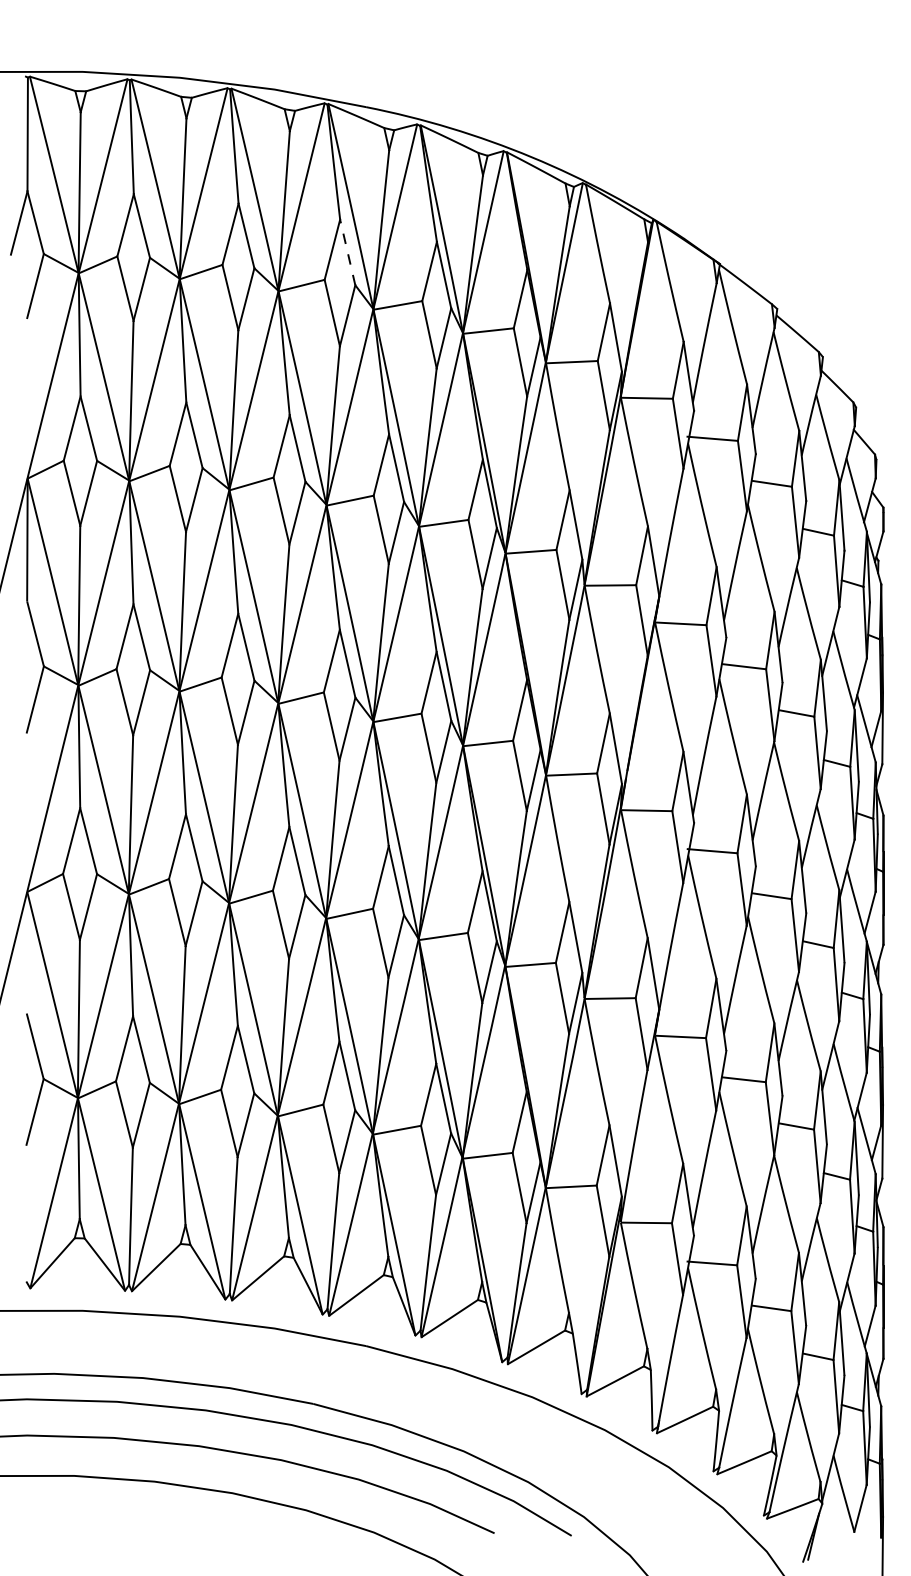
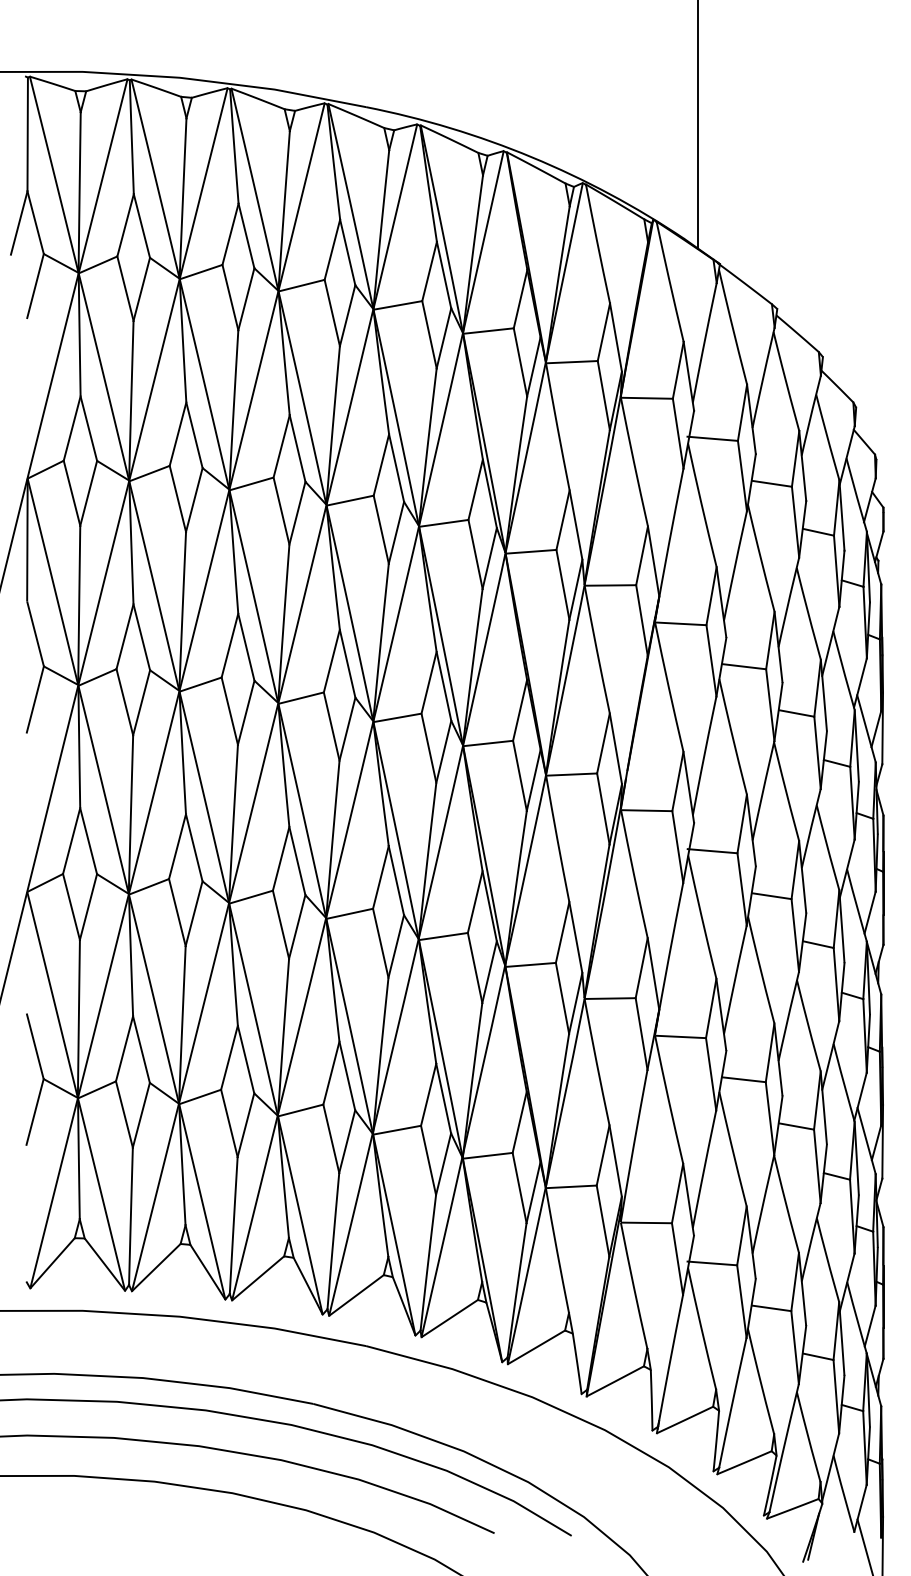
line at (698, 125): none -> present
line at (347, 252): dashed -> solid
line at (864, 1545): none -> present
